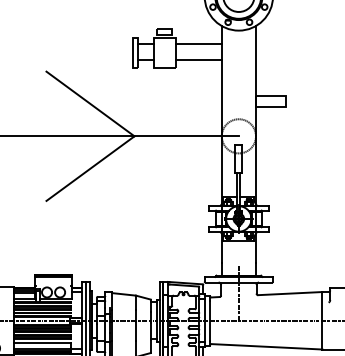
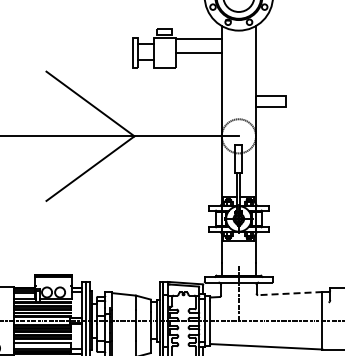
line at (198, 43) position: (198, 43) -> (198, 38)
line at (198, 60) position: (198, 60) -> (198, 53)
line at (289, 293): solid -> dashed
